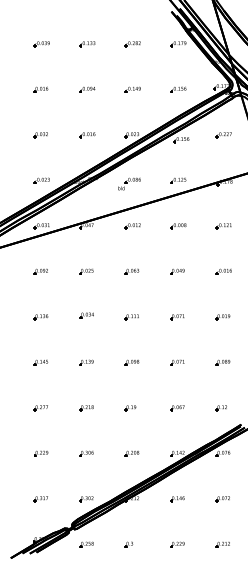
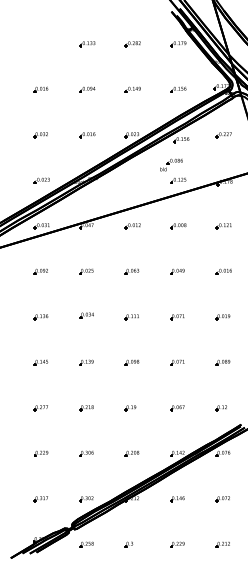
part at (41, 44): present -> none
part at (129, 183) position: (129, 183) -> (171, 164)
